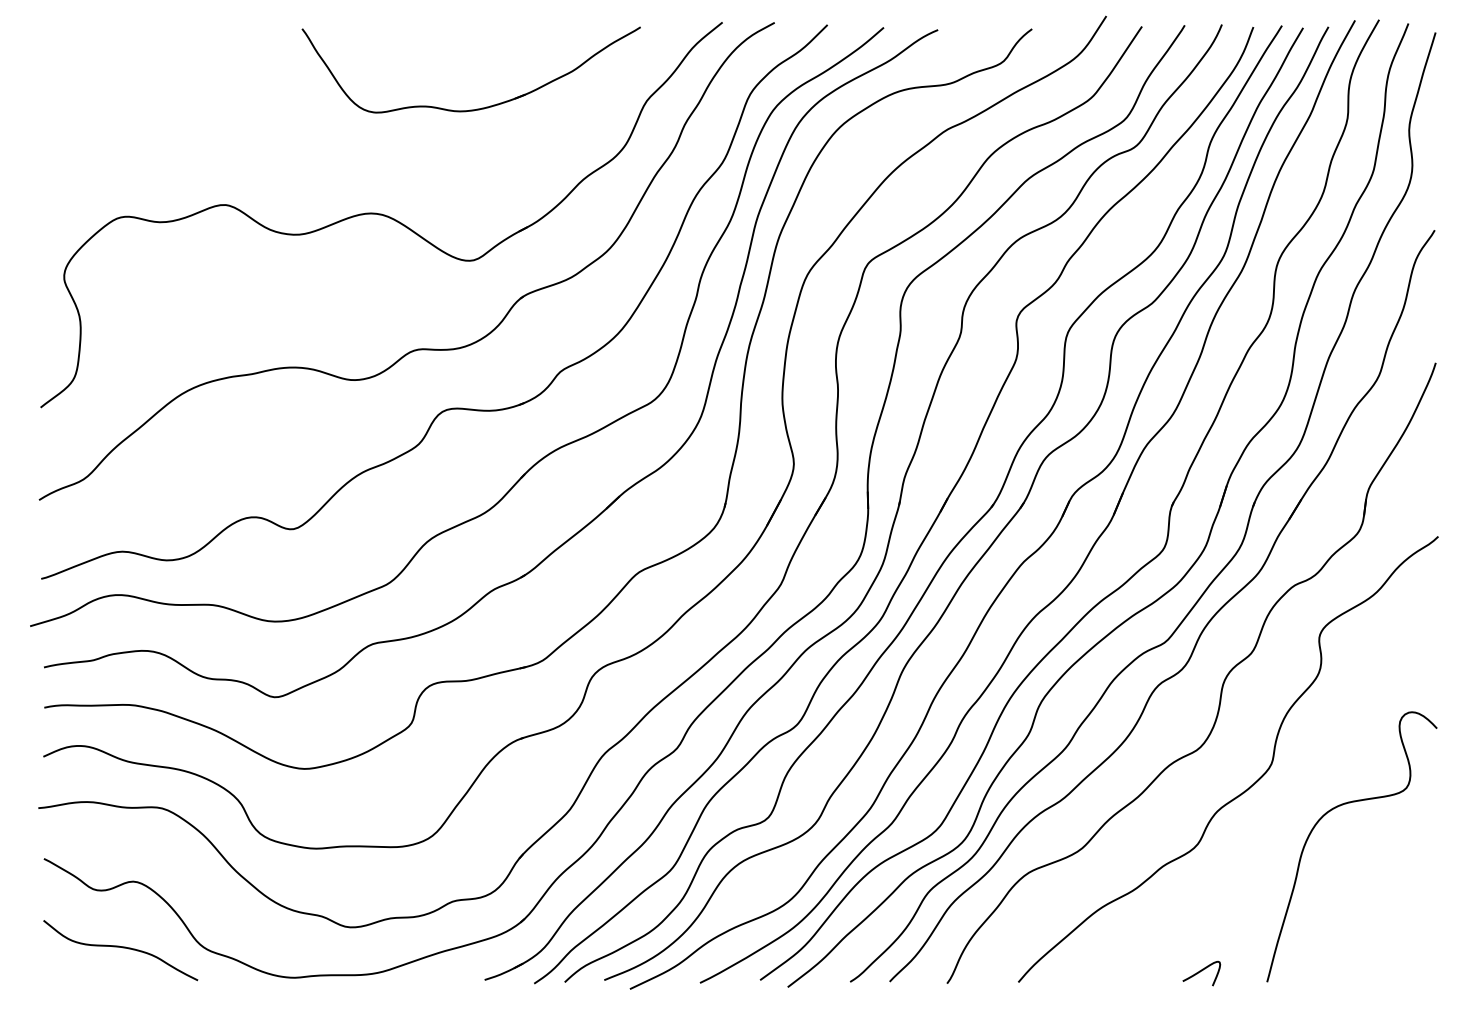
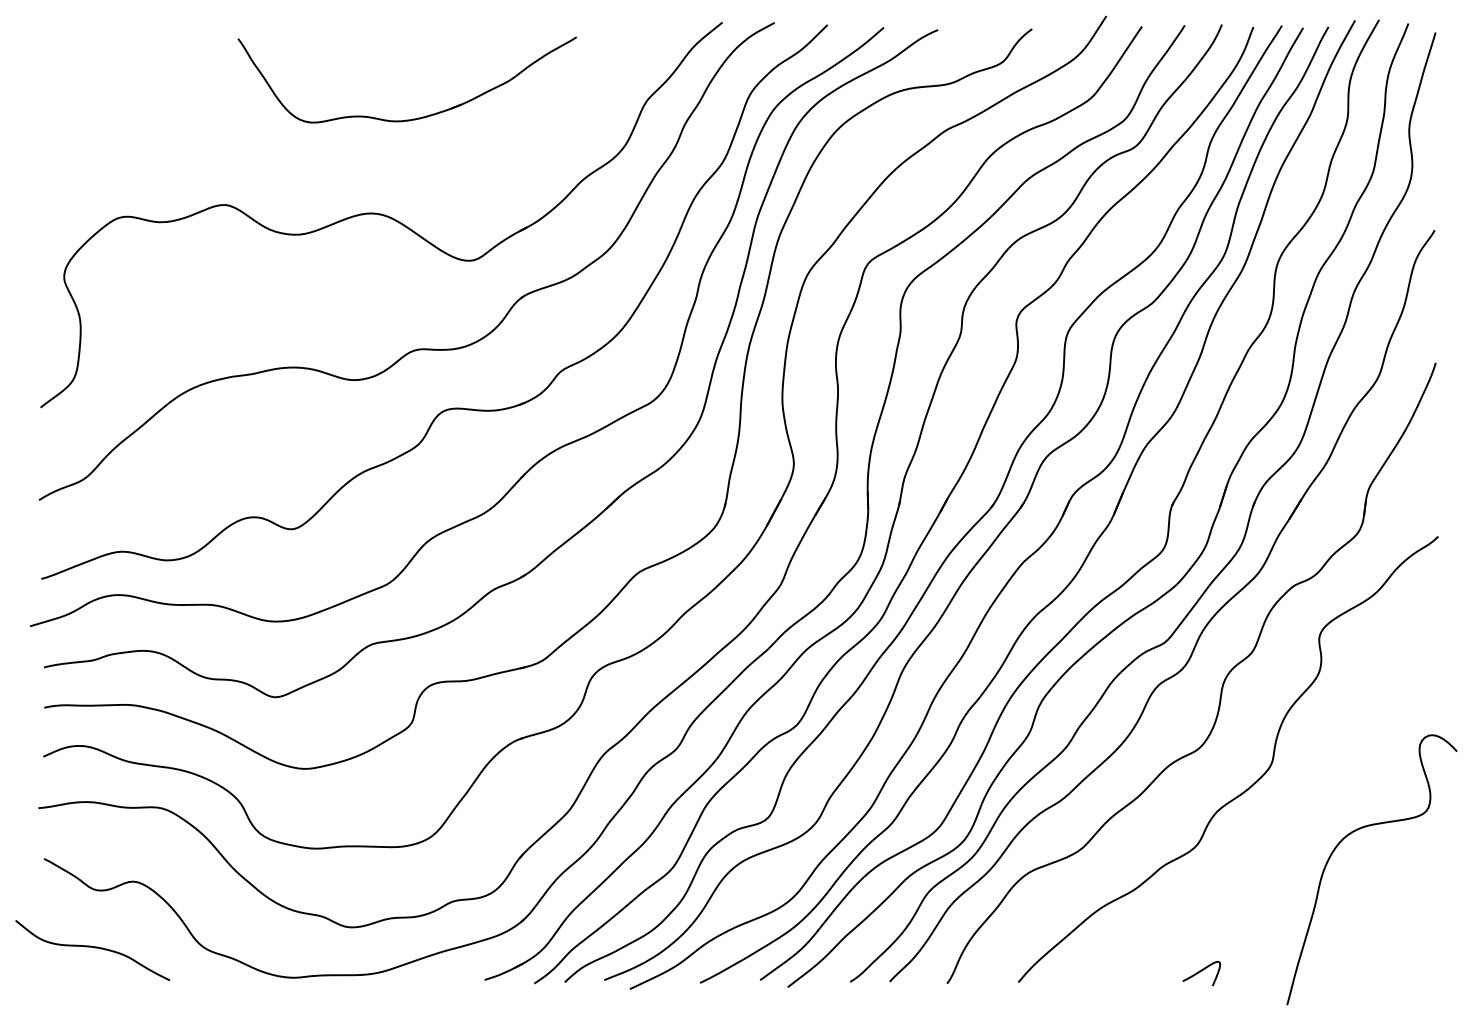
part at (477, 108) position: (477, 108) -> (413, 118)
curve at (1323, 817) position: (1323, 817) -> (1343, 840)
curve at (122, 948) position: (122, 948) -> (94, 948)
